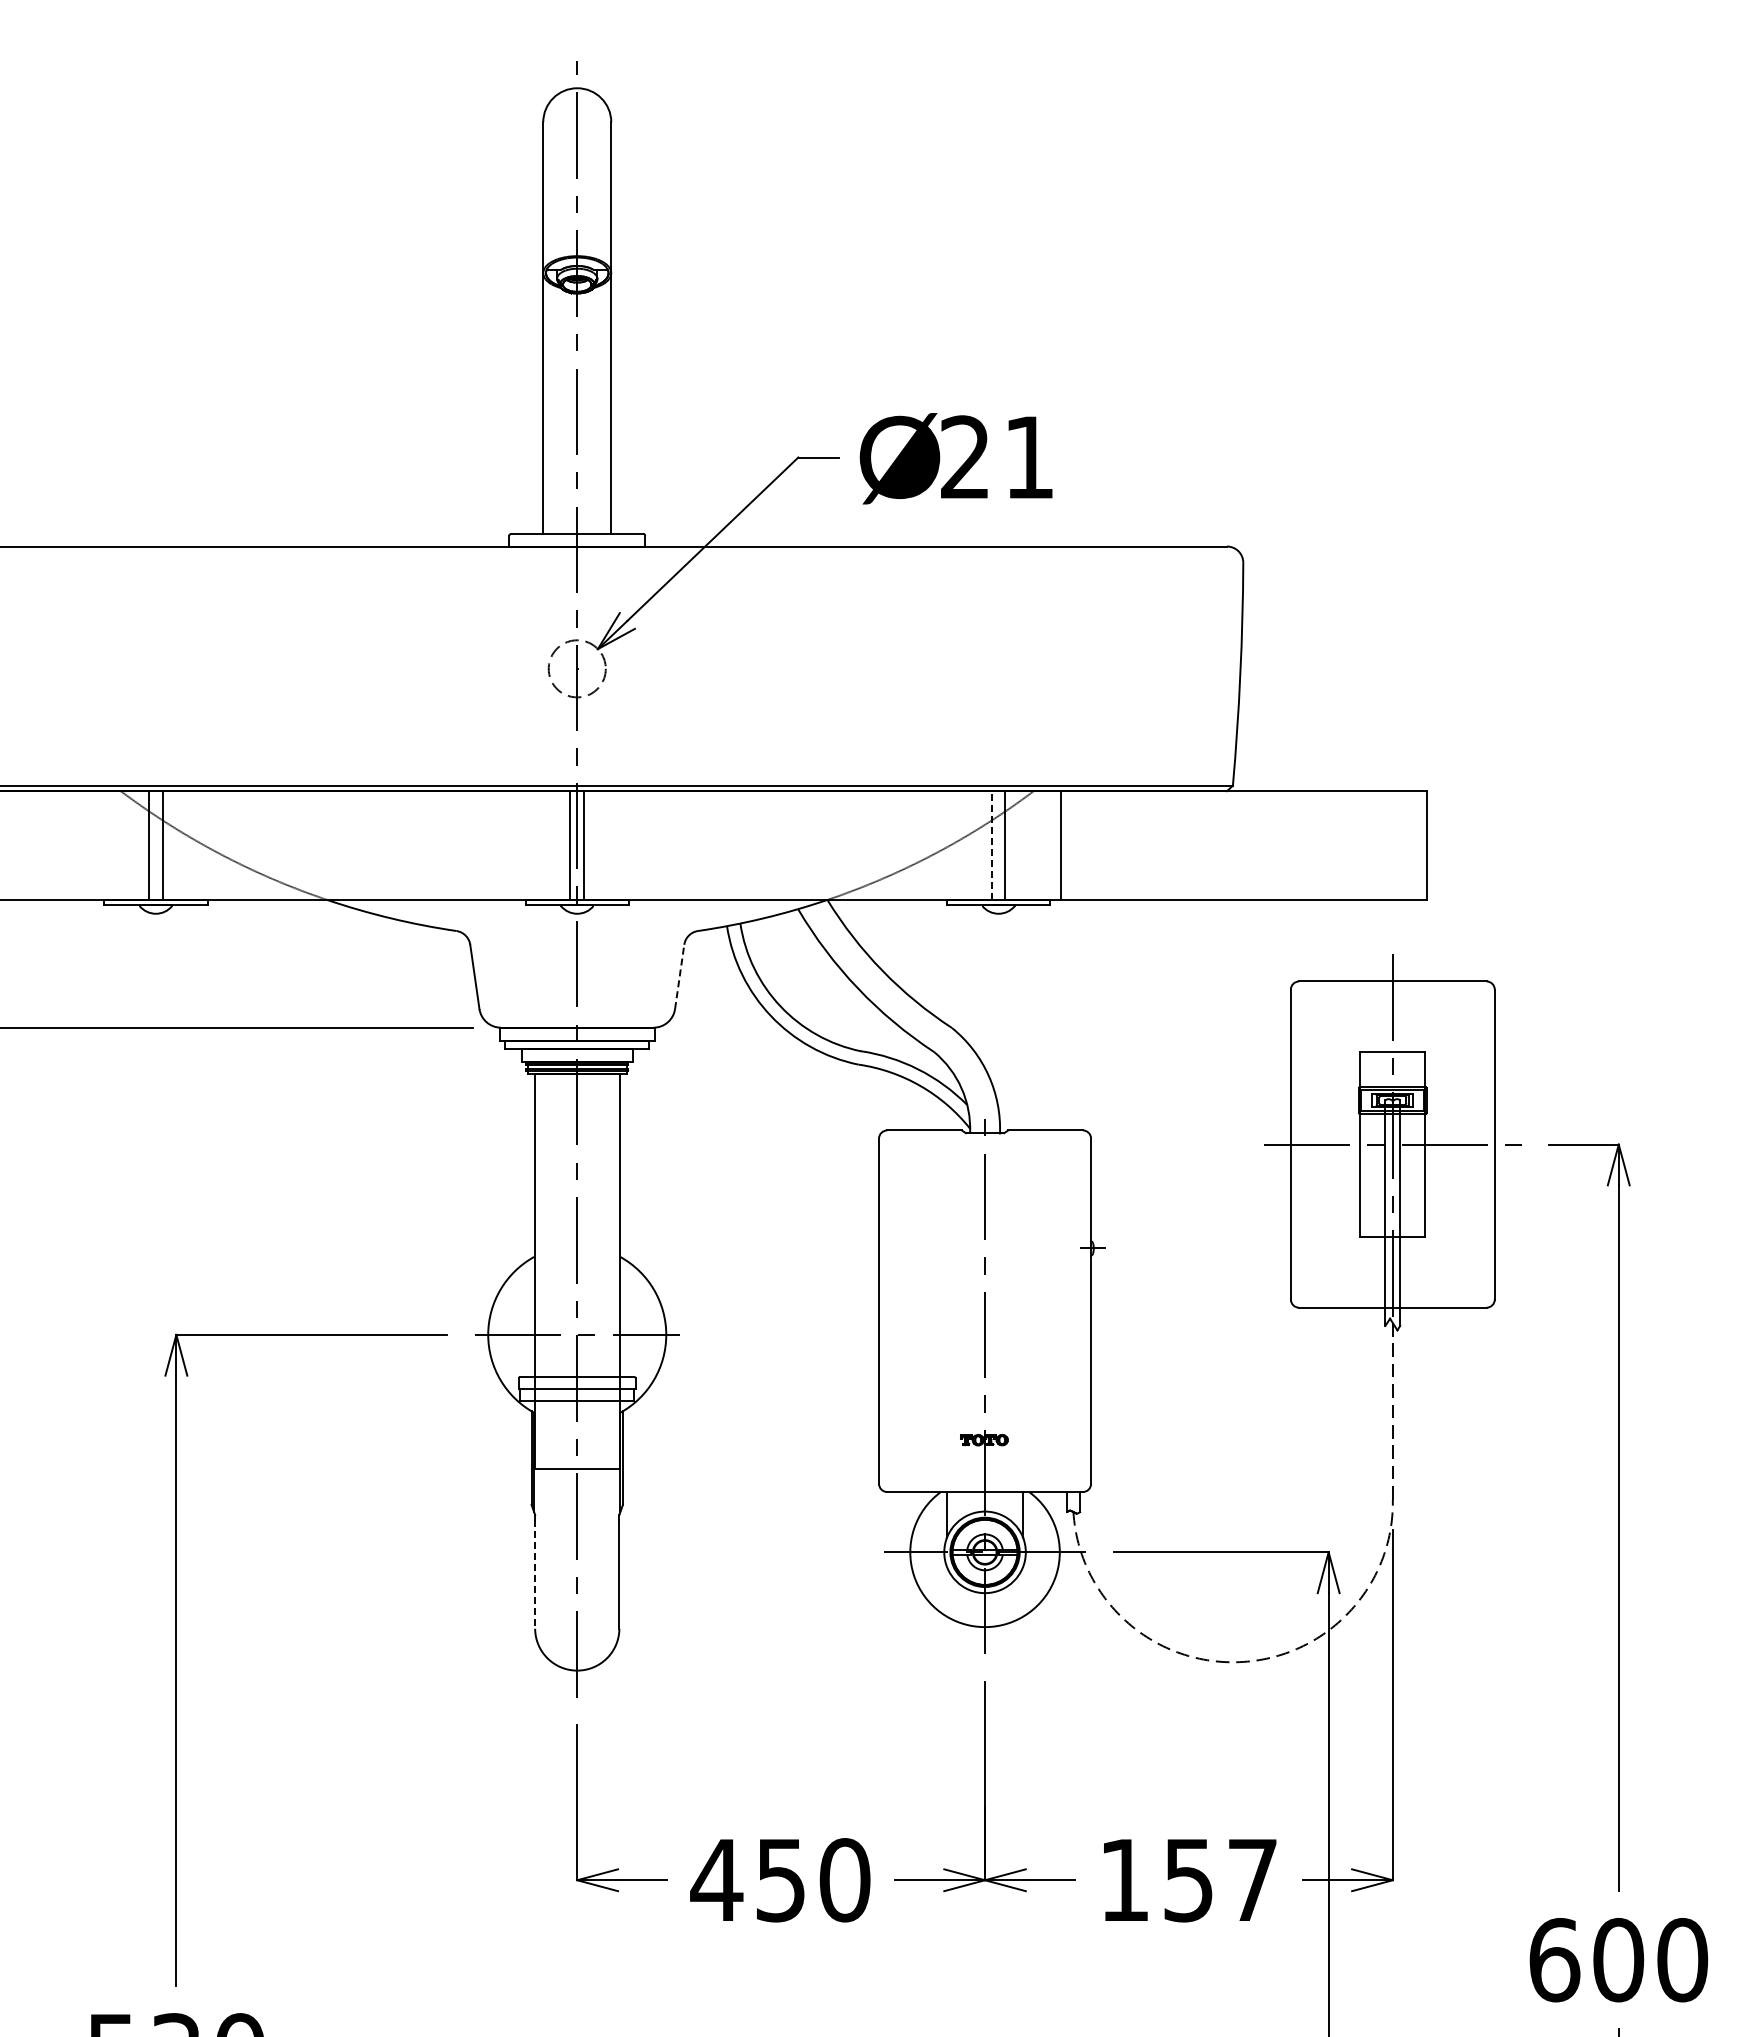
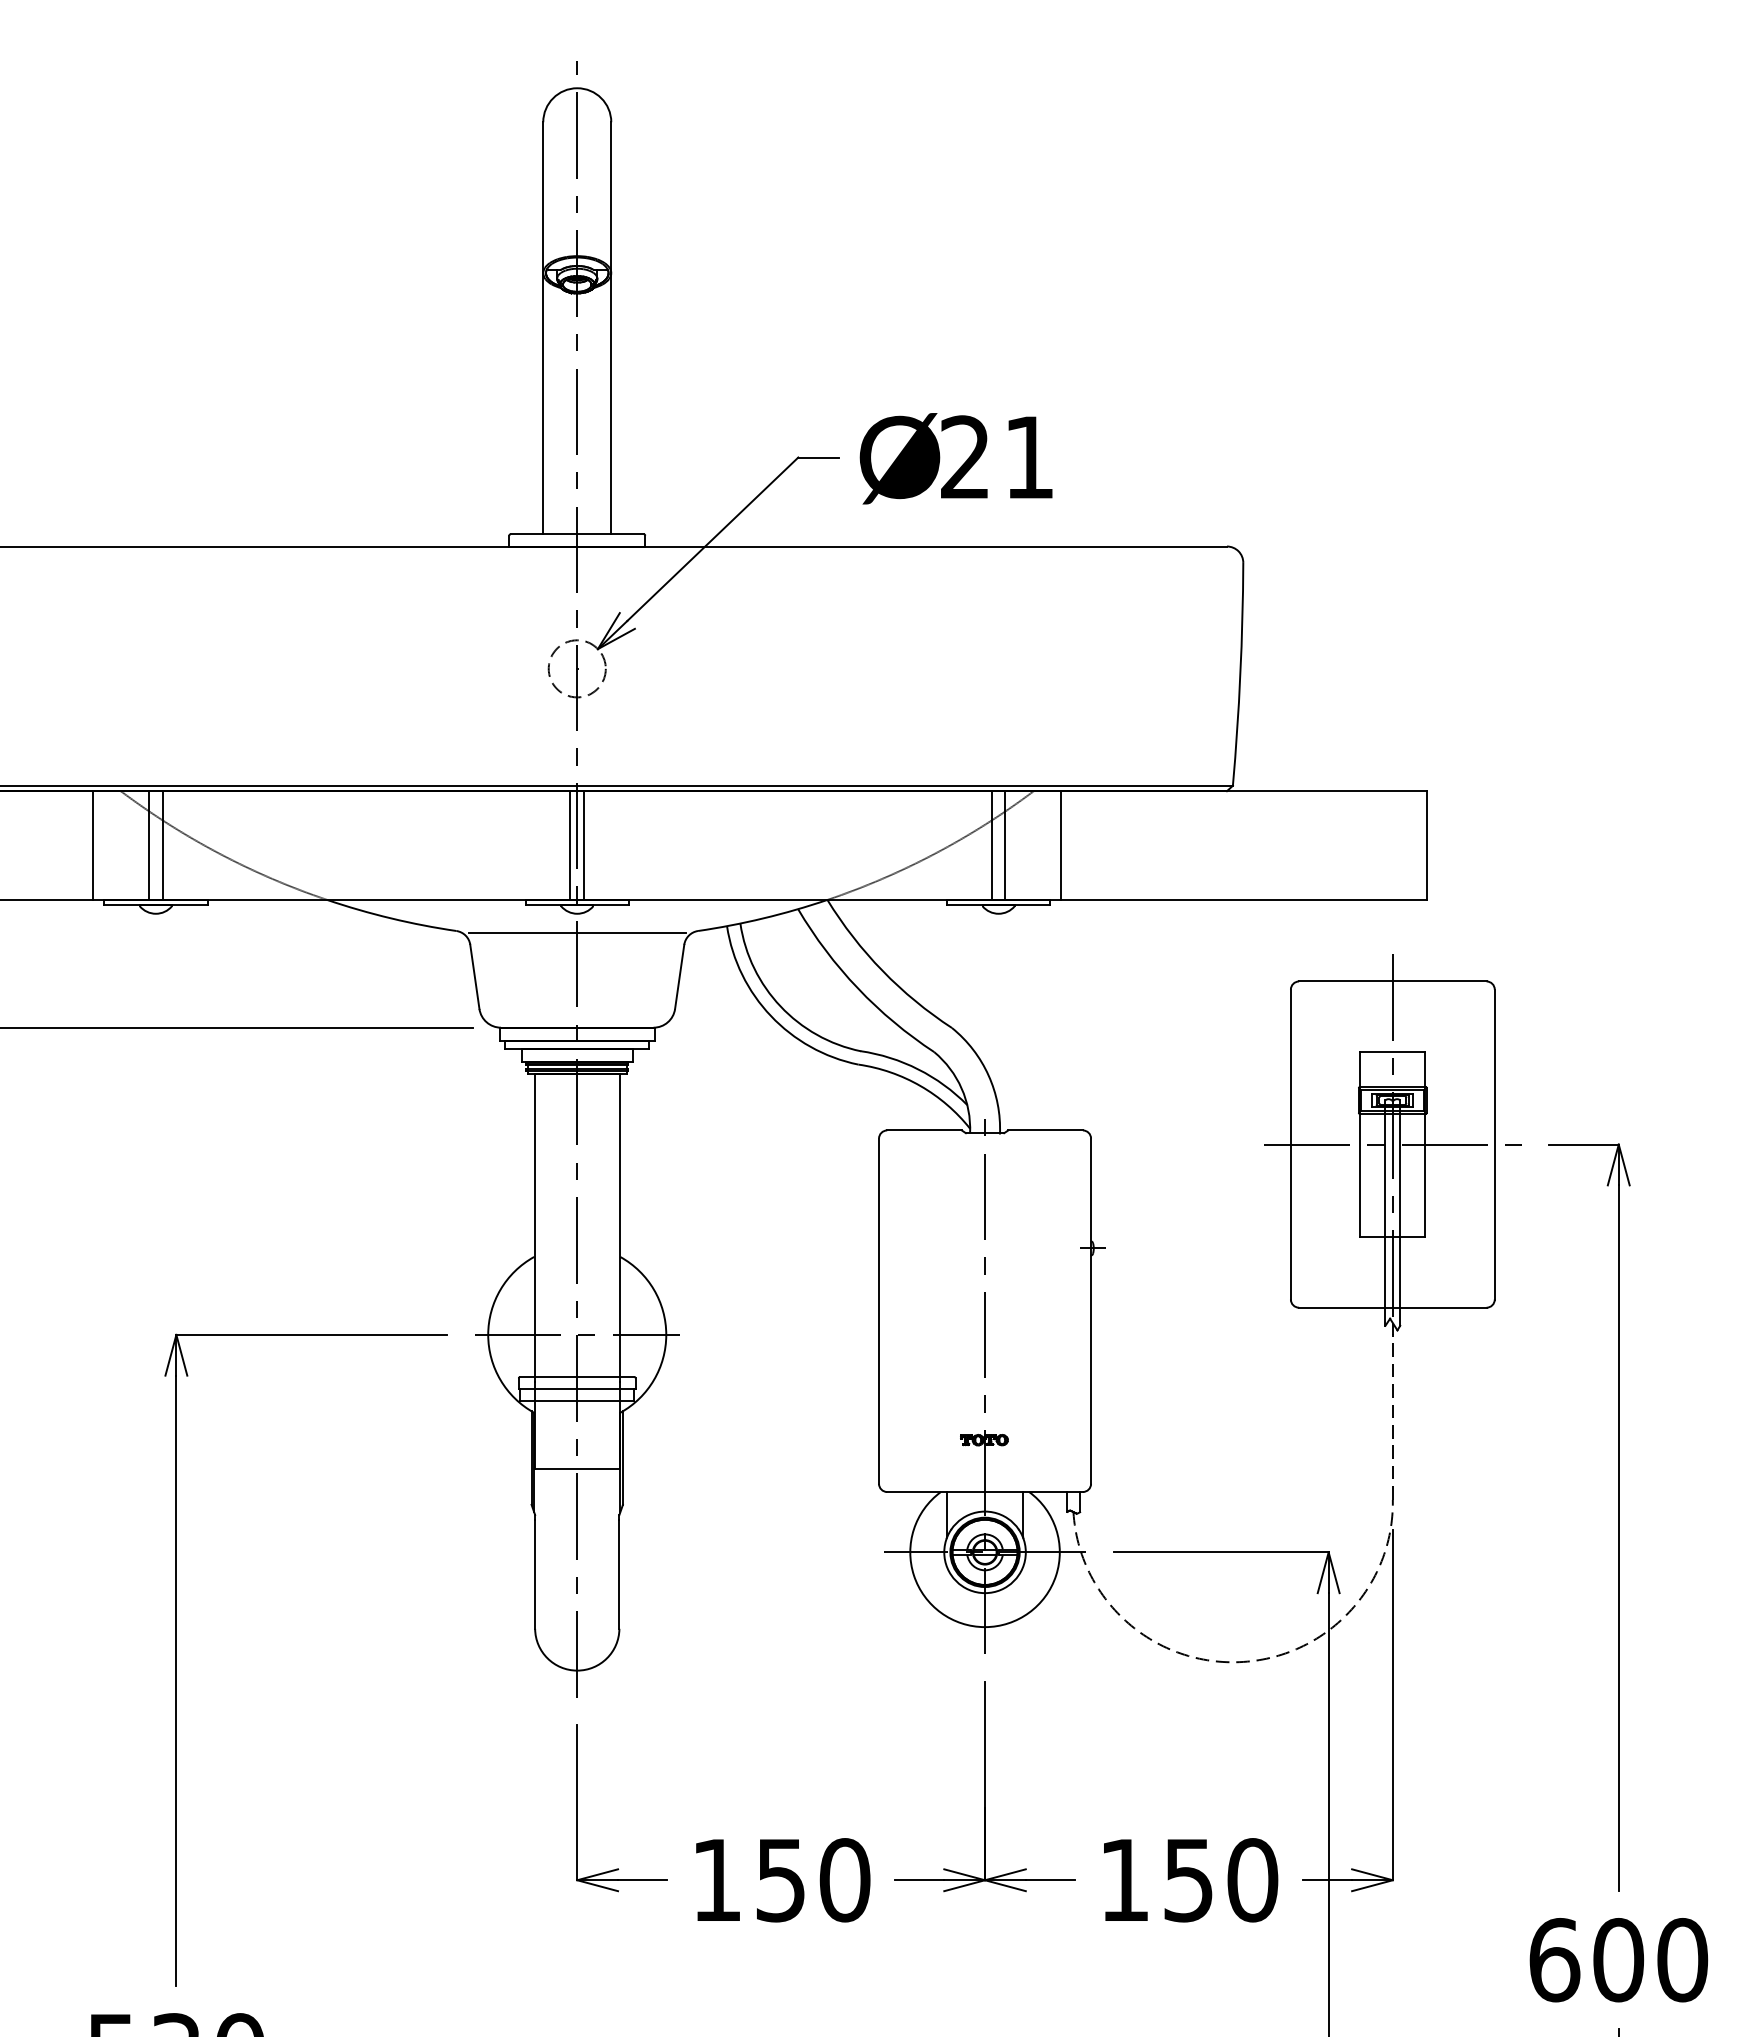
line at (93, 845): none -> present
line at (991, 845): dashed -> solid
line at (577, 932): none -> present
line at (679, 976): dashed -> solid
line at (535, 1574): dashed -> solid
text at (716, 1879): 450 -> 150
text at (1252, 1880): 157 -> 150
